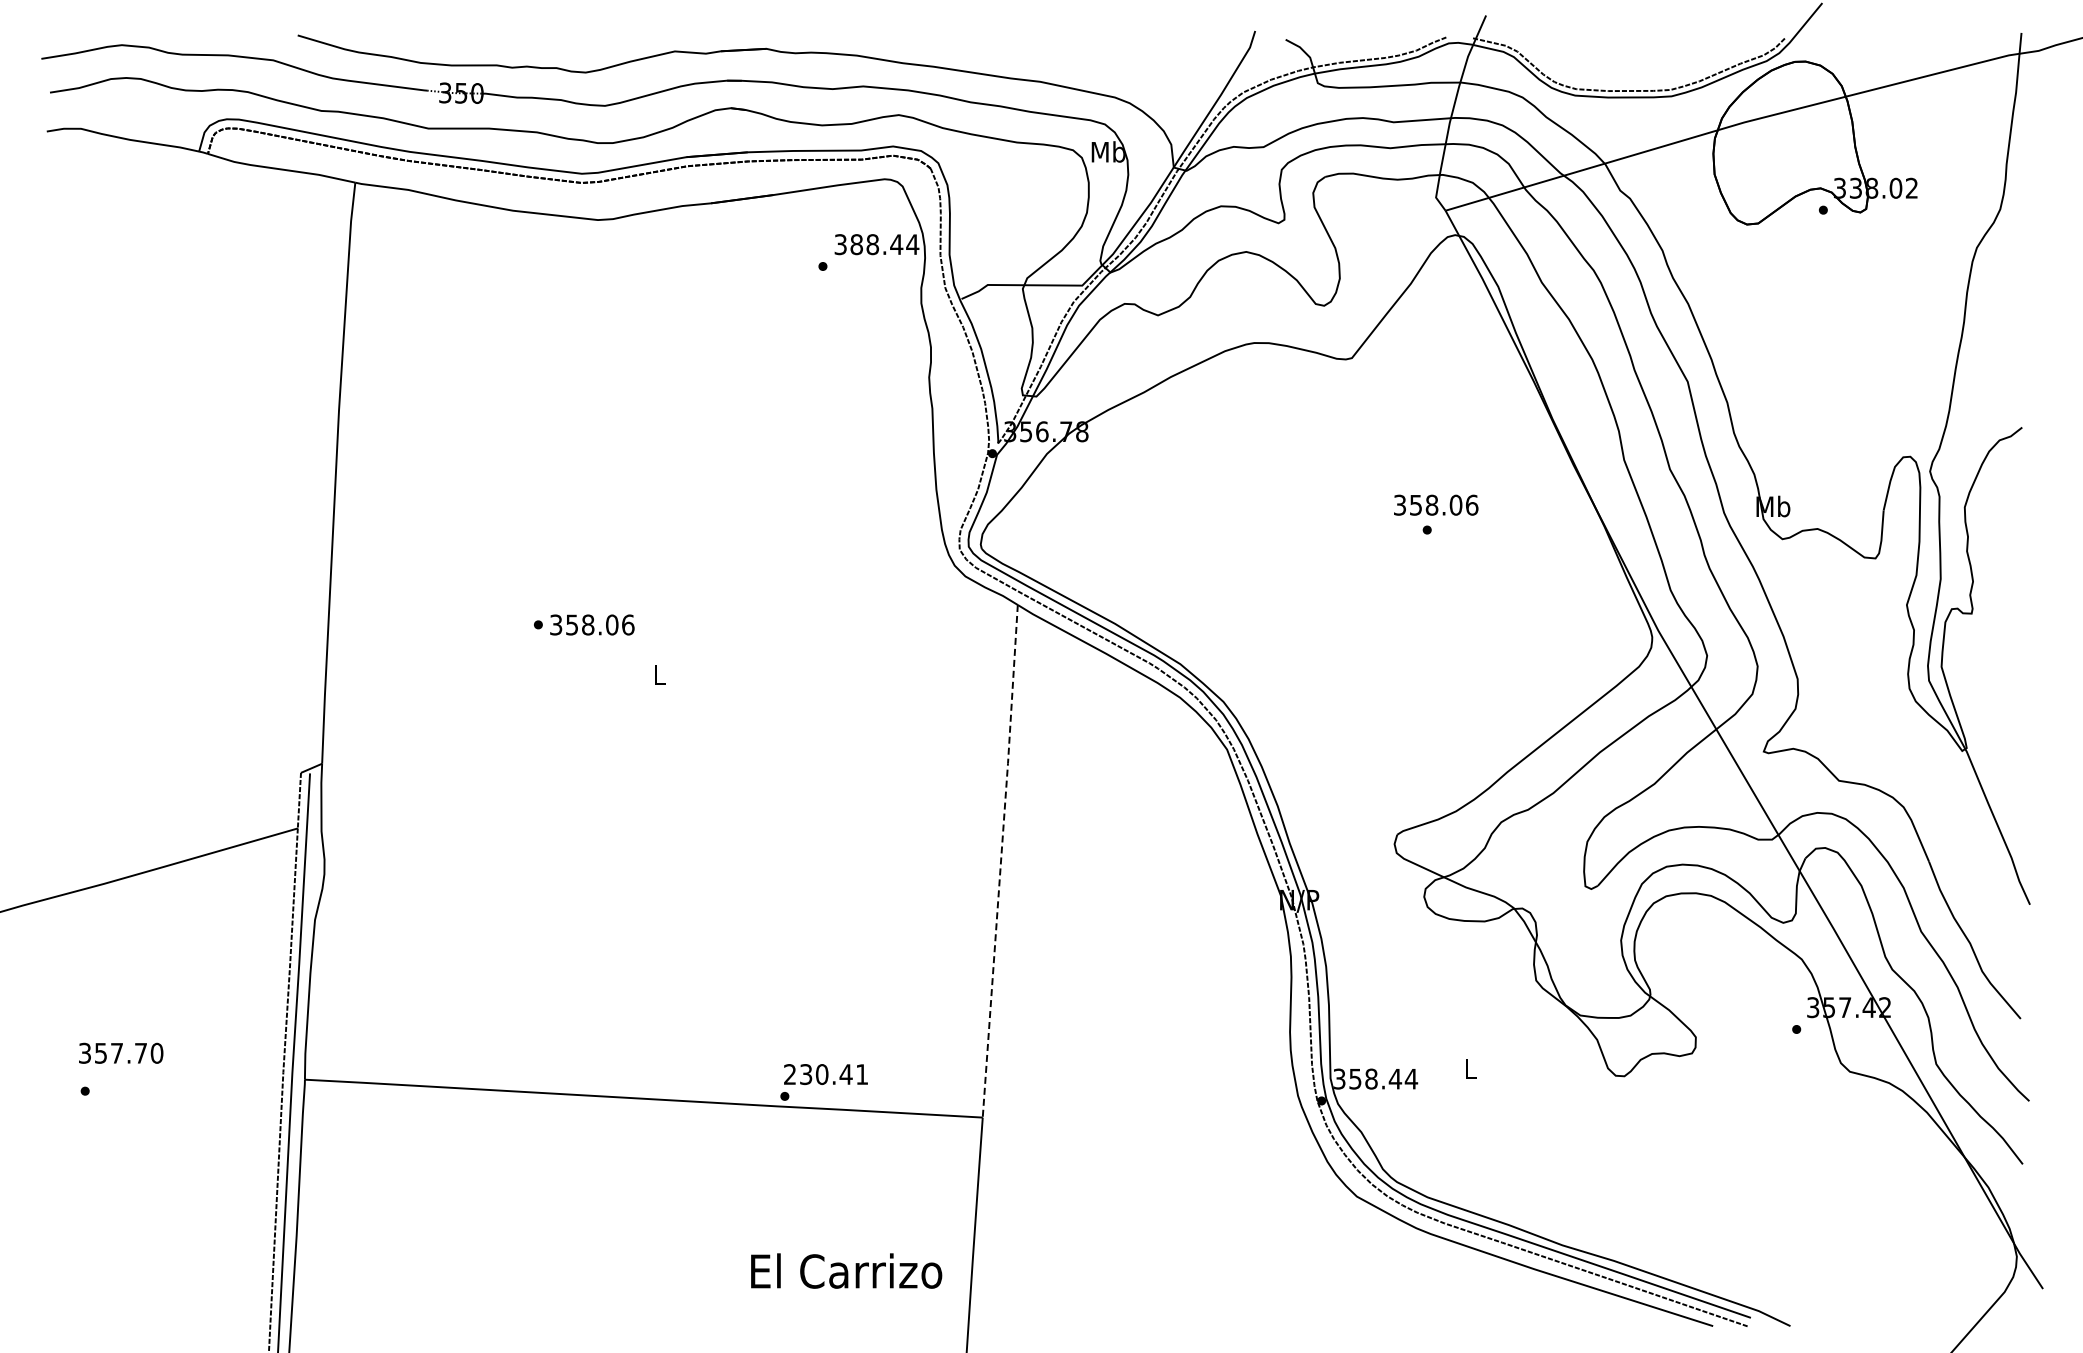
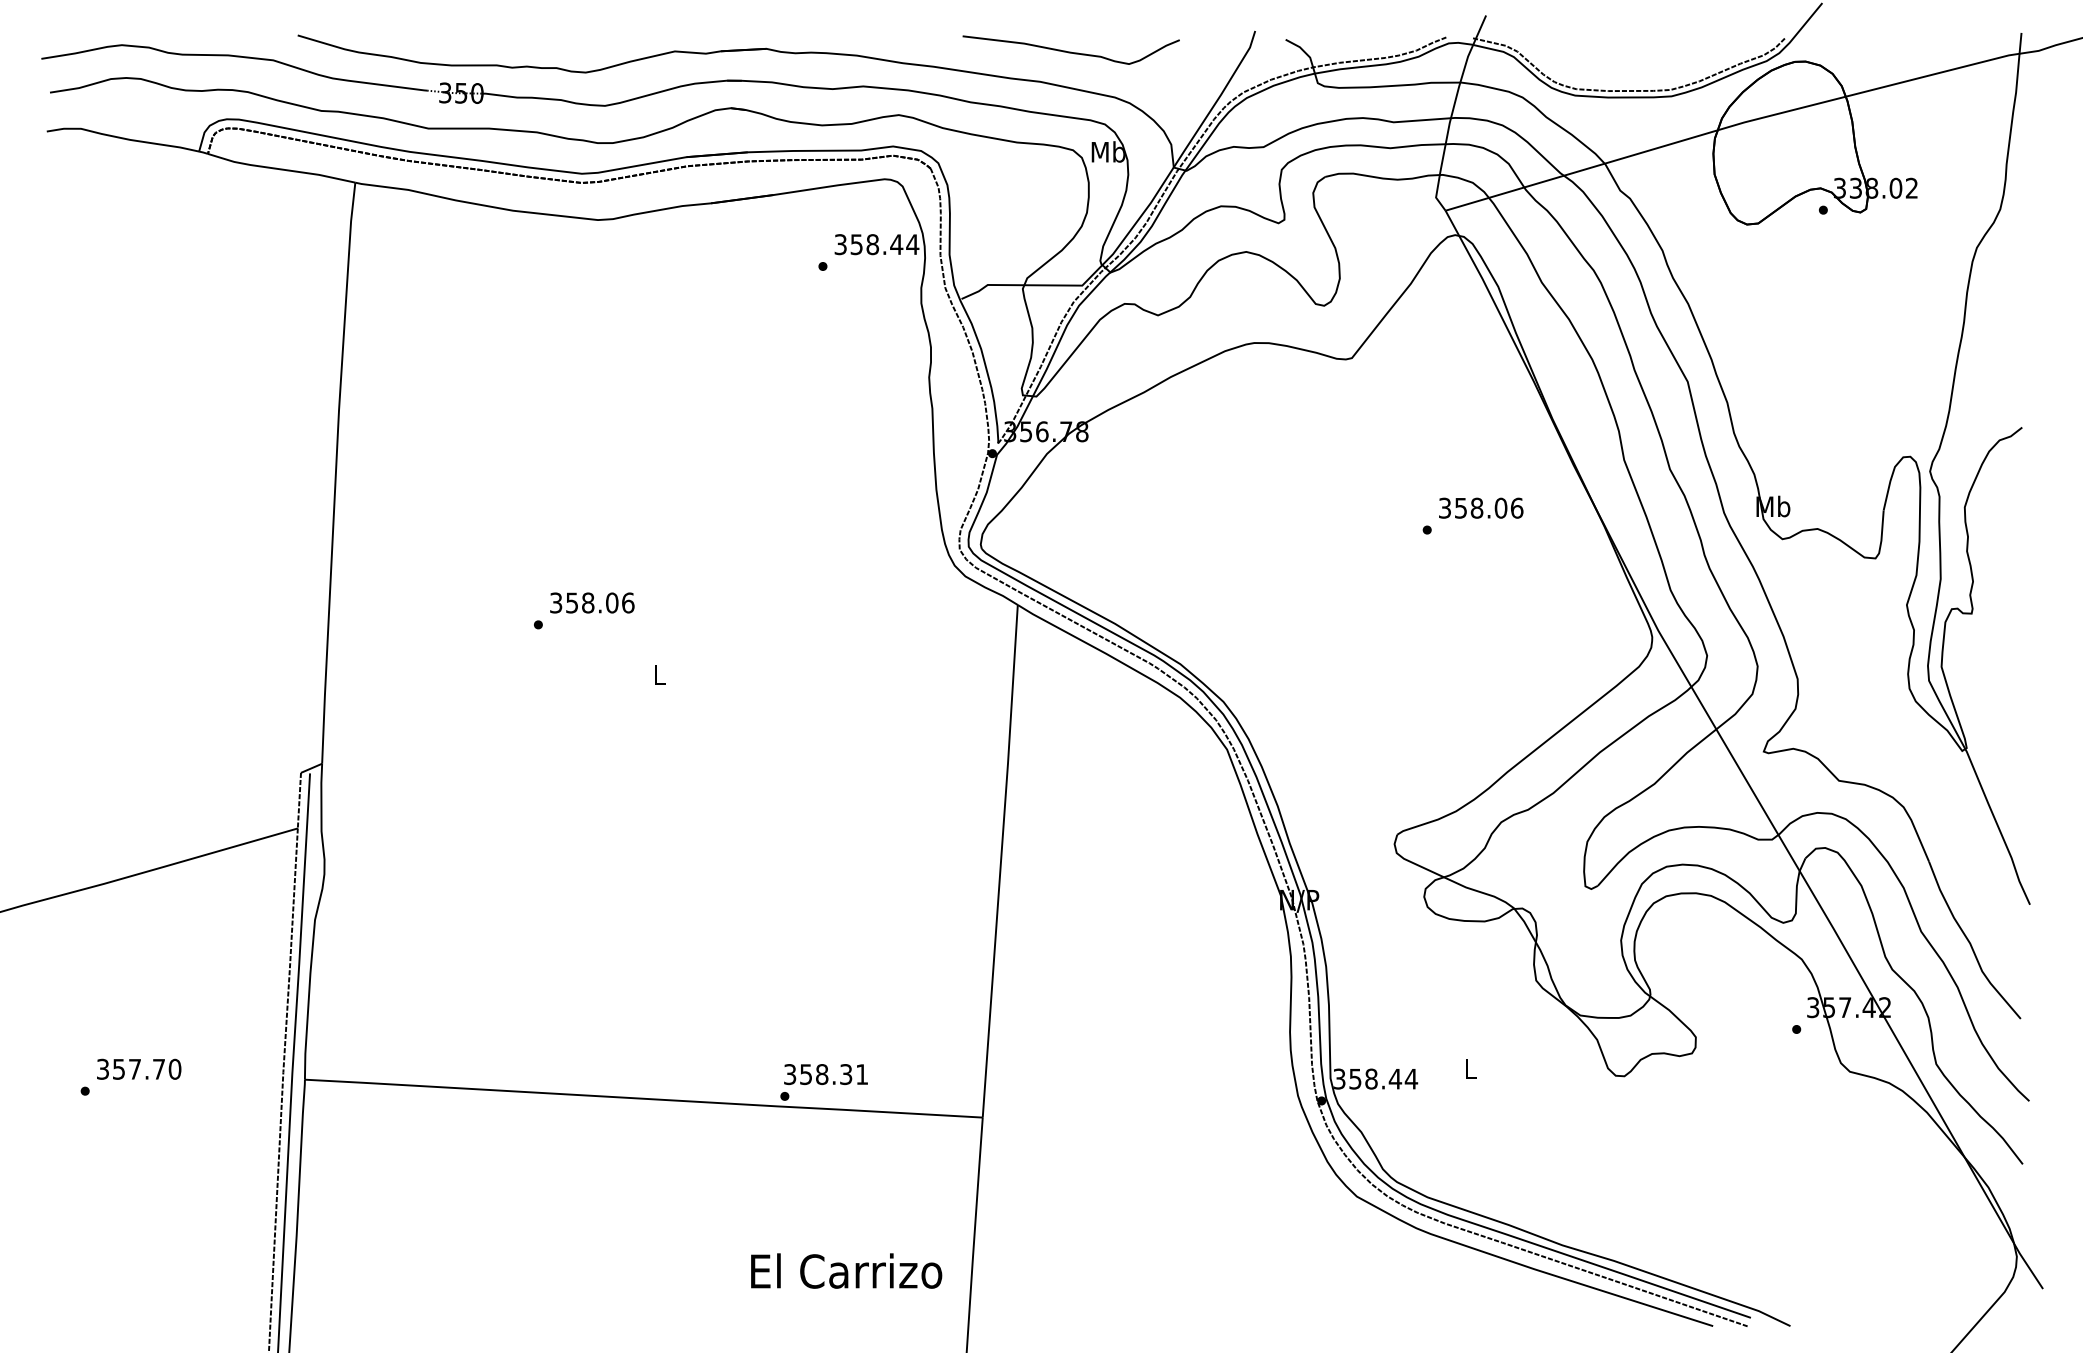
curve at (1070, 51): none -> present
text at (856, 244): 388.44 -> 358.44
text at (1436, 504) position: (1436, 504) -> (1481, 507)
text at (592, 624) position: (592, 624) -> (592, 602)
line at (1001, 860): dashed -> solid
text at (121, 1052) position: (121, 1052) -> (139, 1068)
text at (818, 1074): 230.41 -> 358.31
